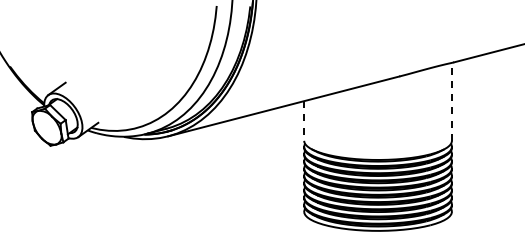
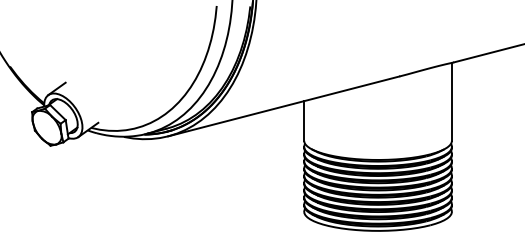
line at (451, 101): dashed -> solid
line at (304, 121): dashed -> solid
